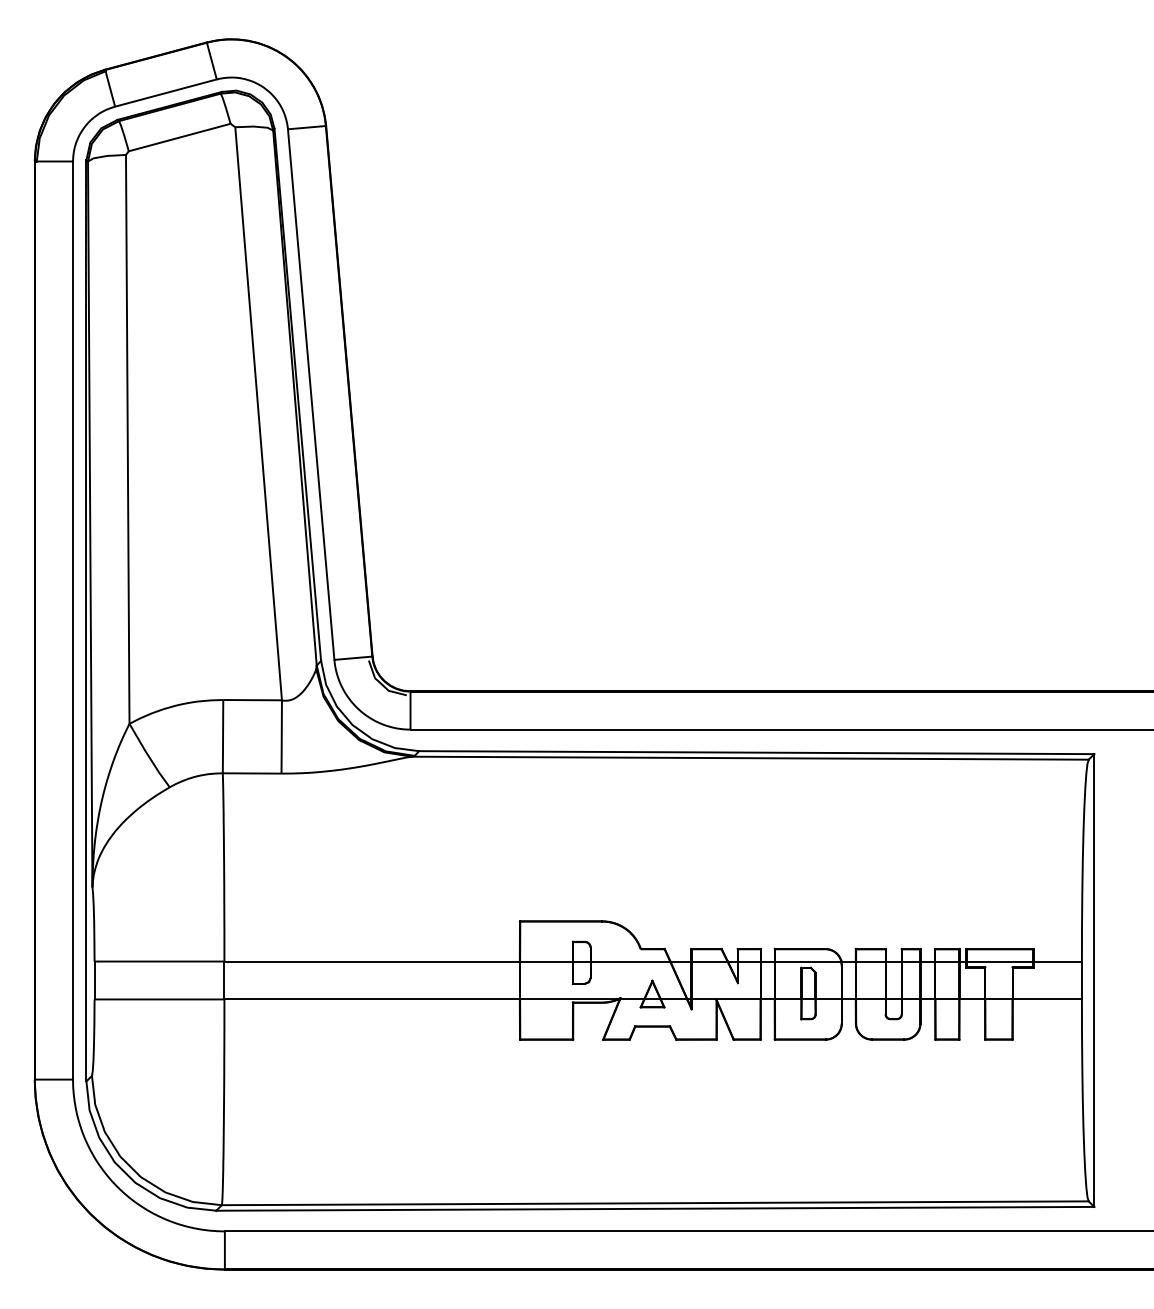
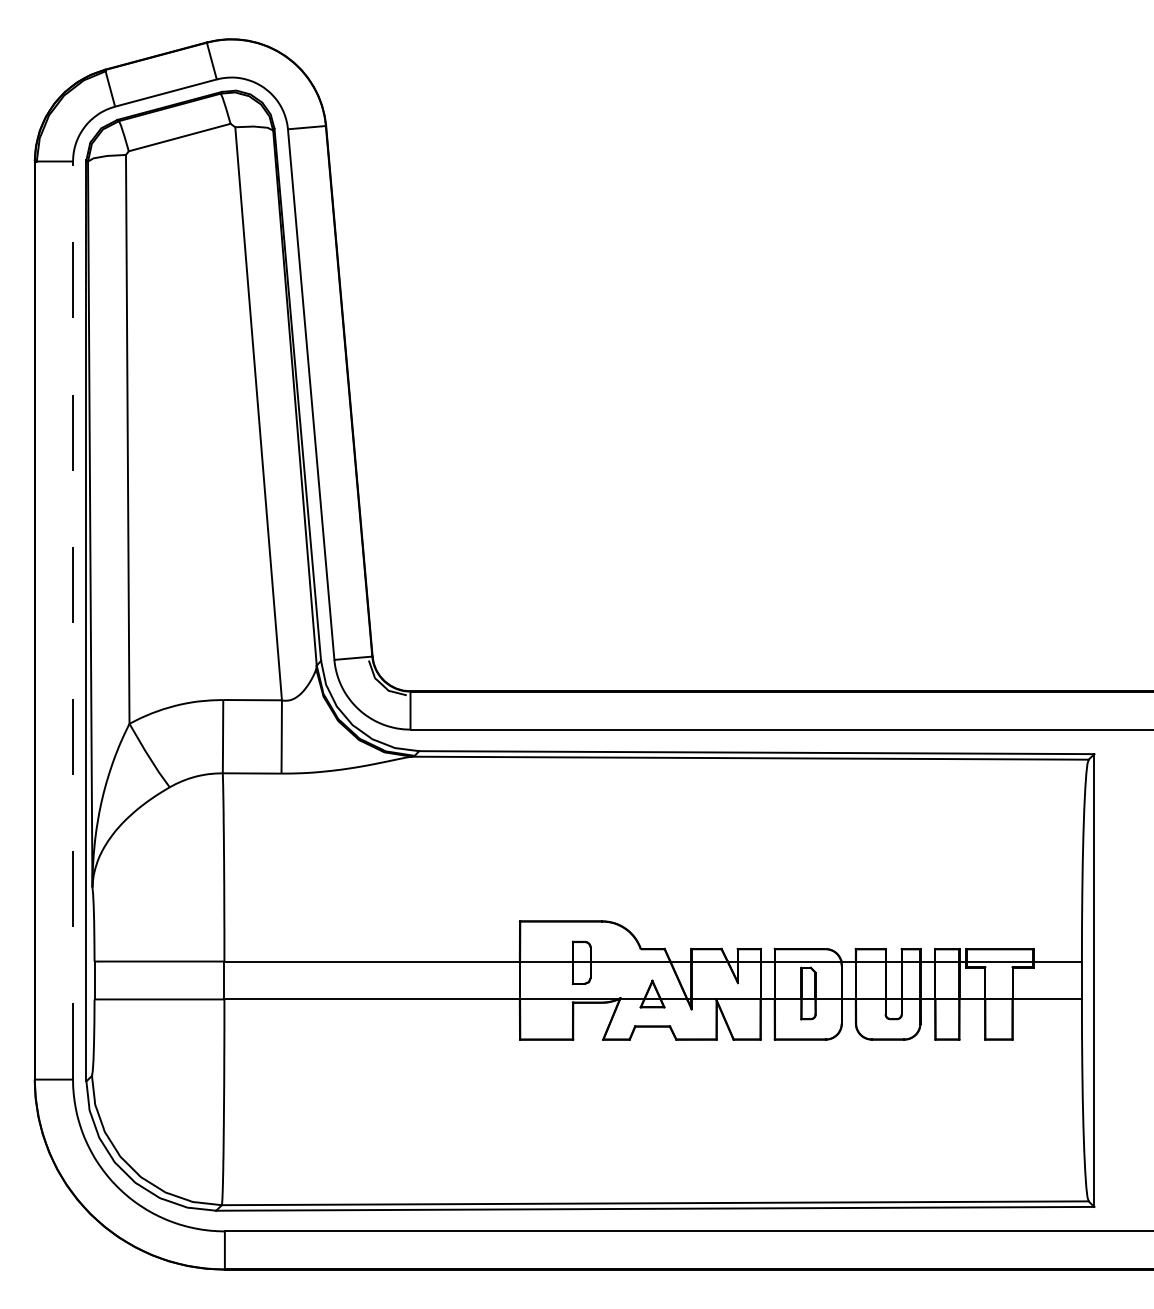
line at (73, 620): solid -> dashed
